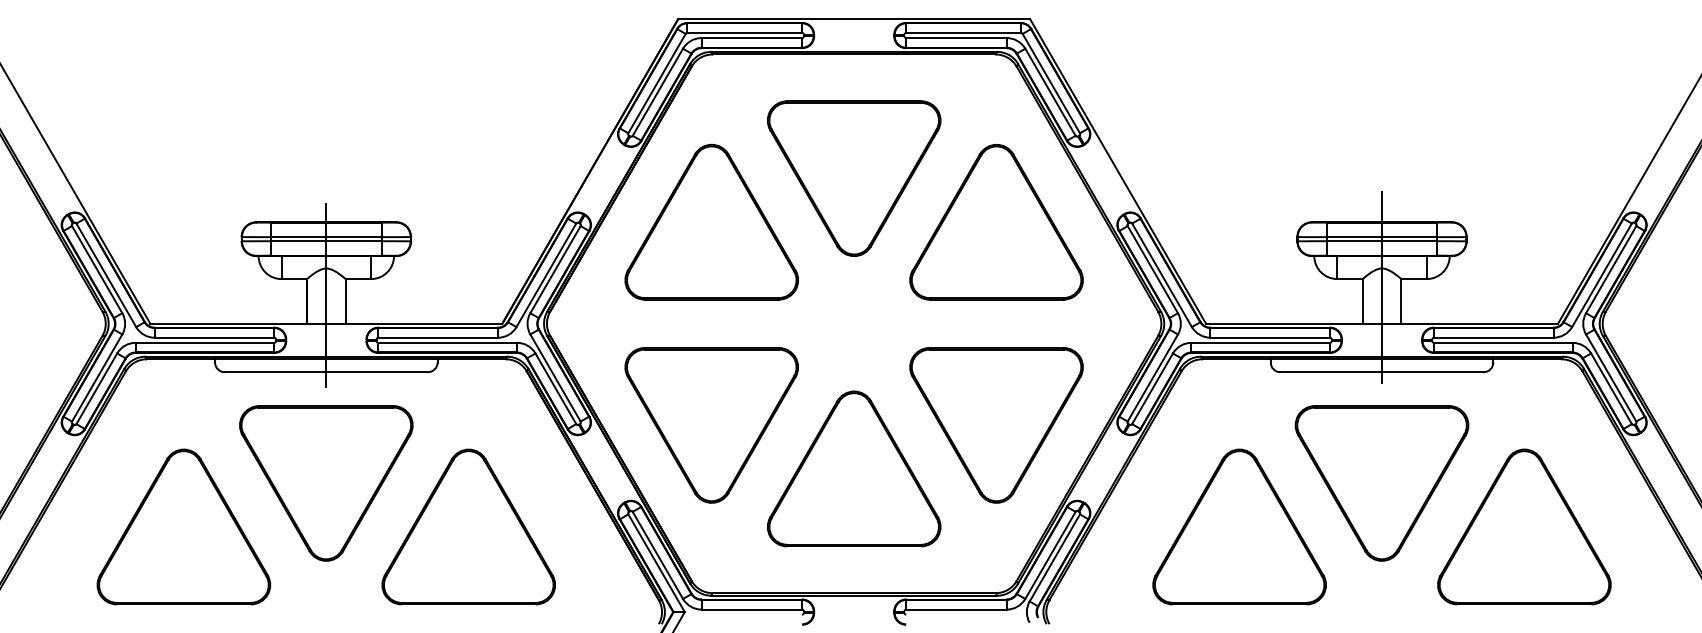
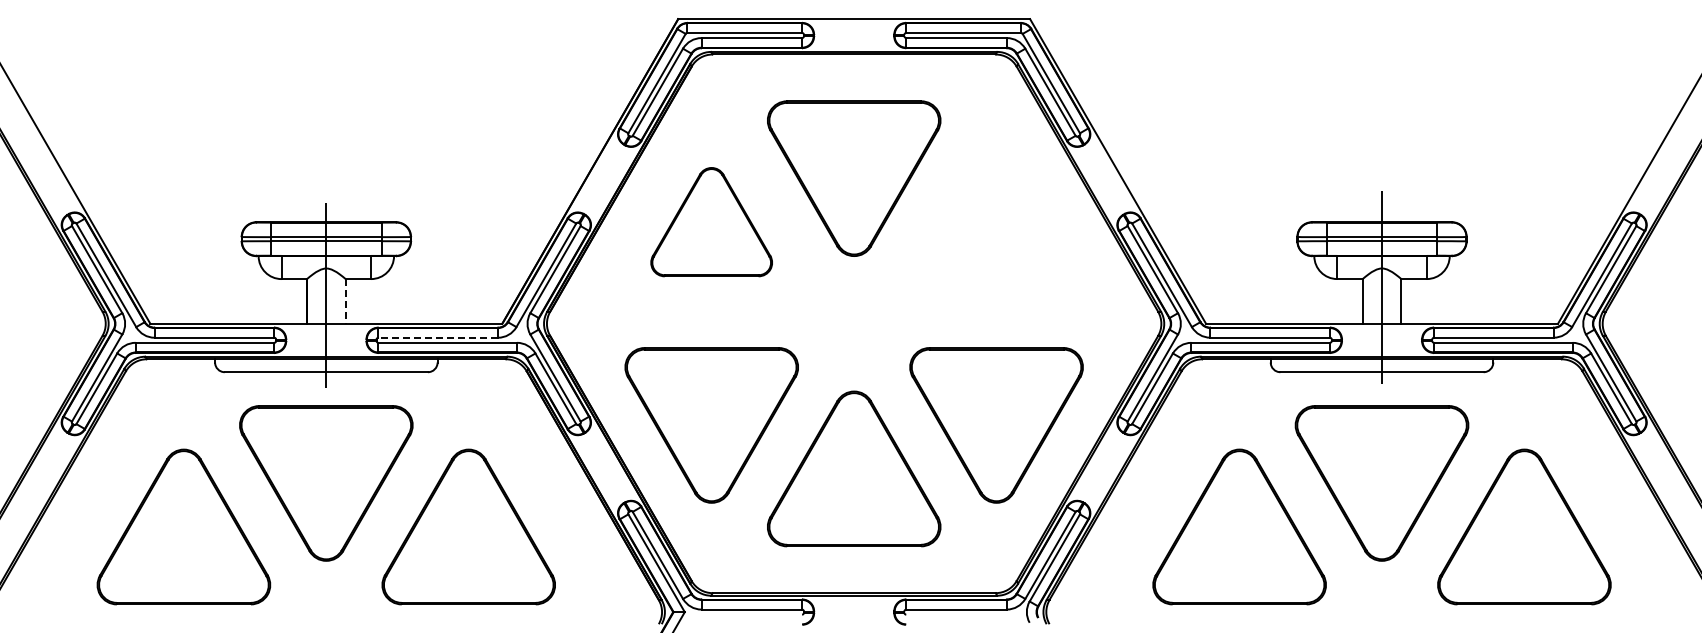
part at (711, 221) size: 175x158 px -> 123x111 px
part at (996, 221): present -> none
line at (345, 301): solid -> dashed
line at (438, 337): solid -> dashed
